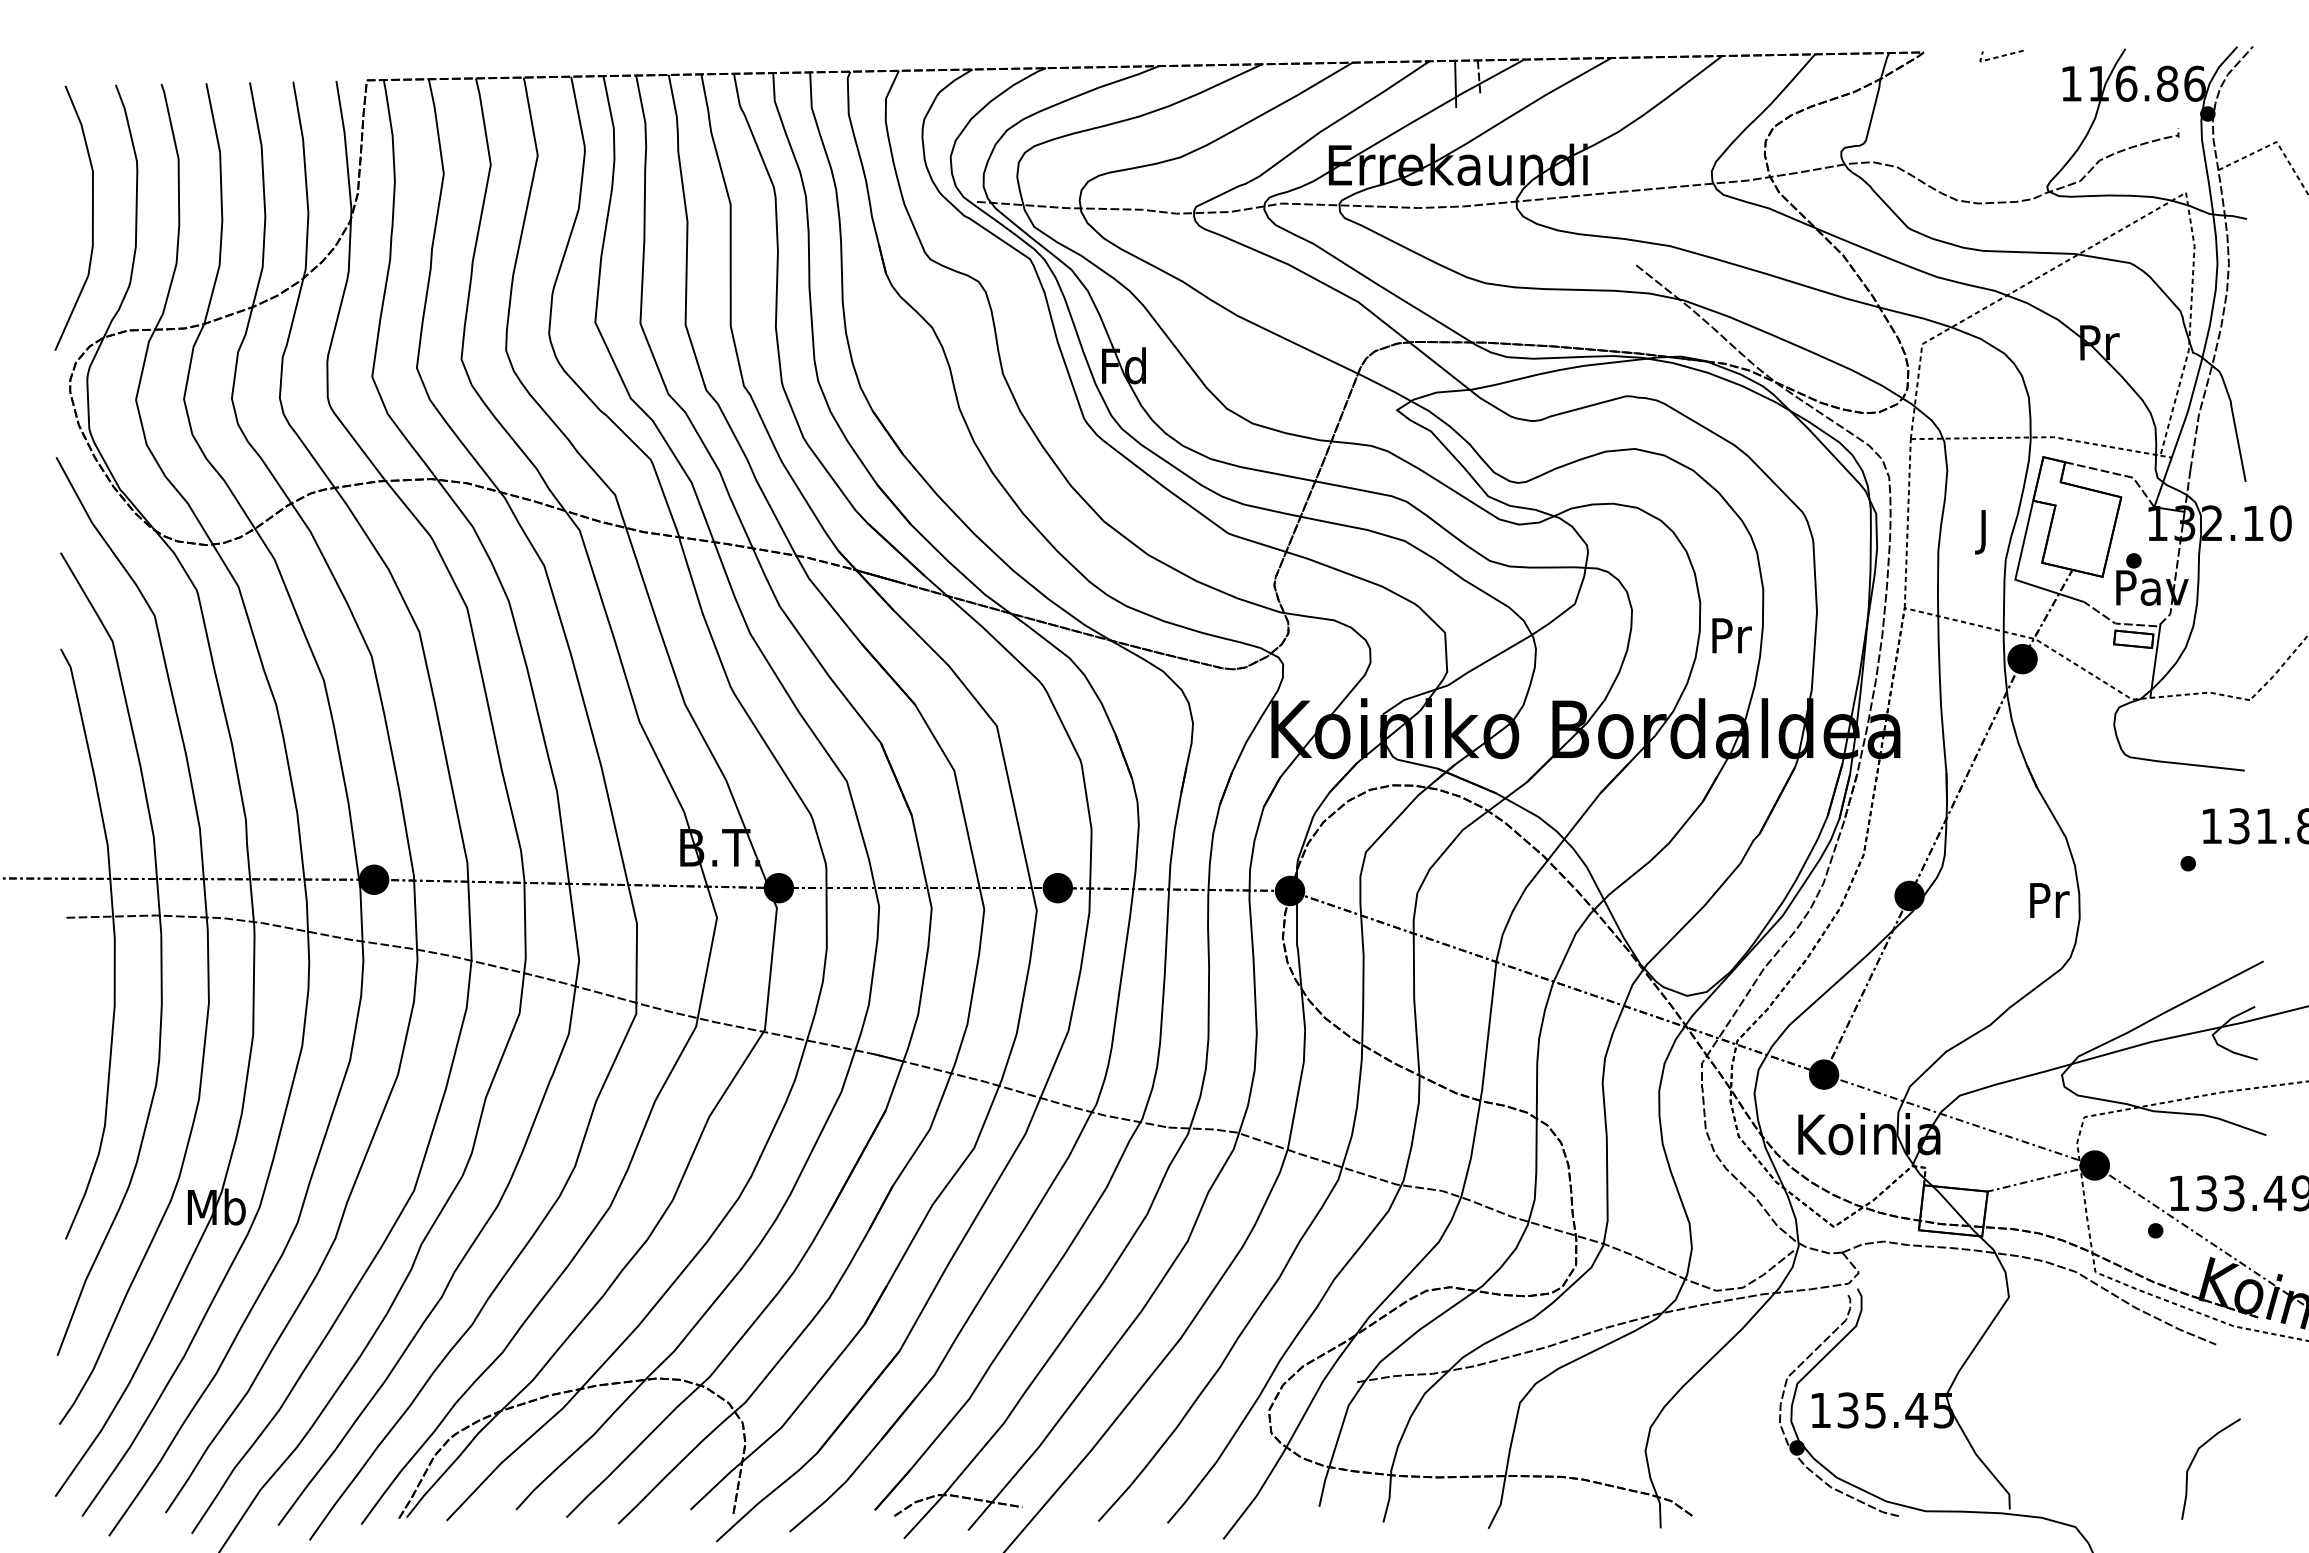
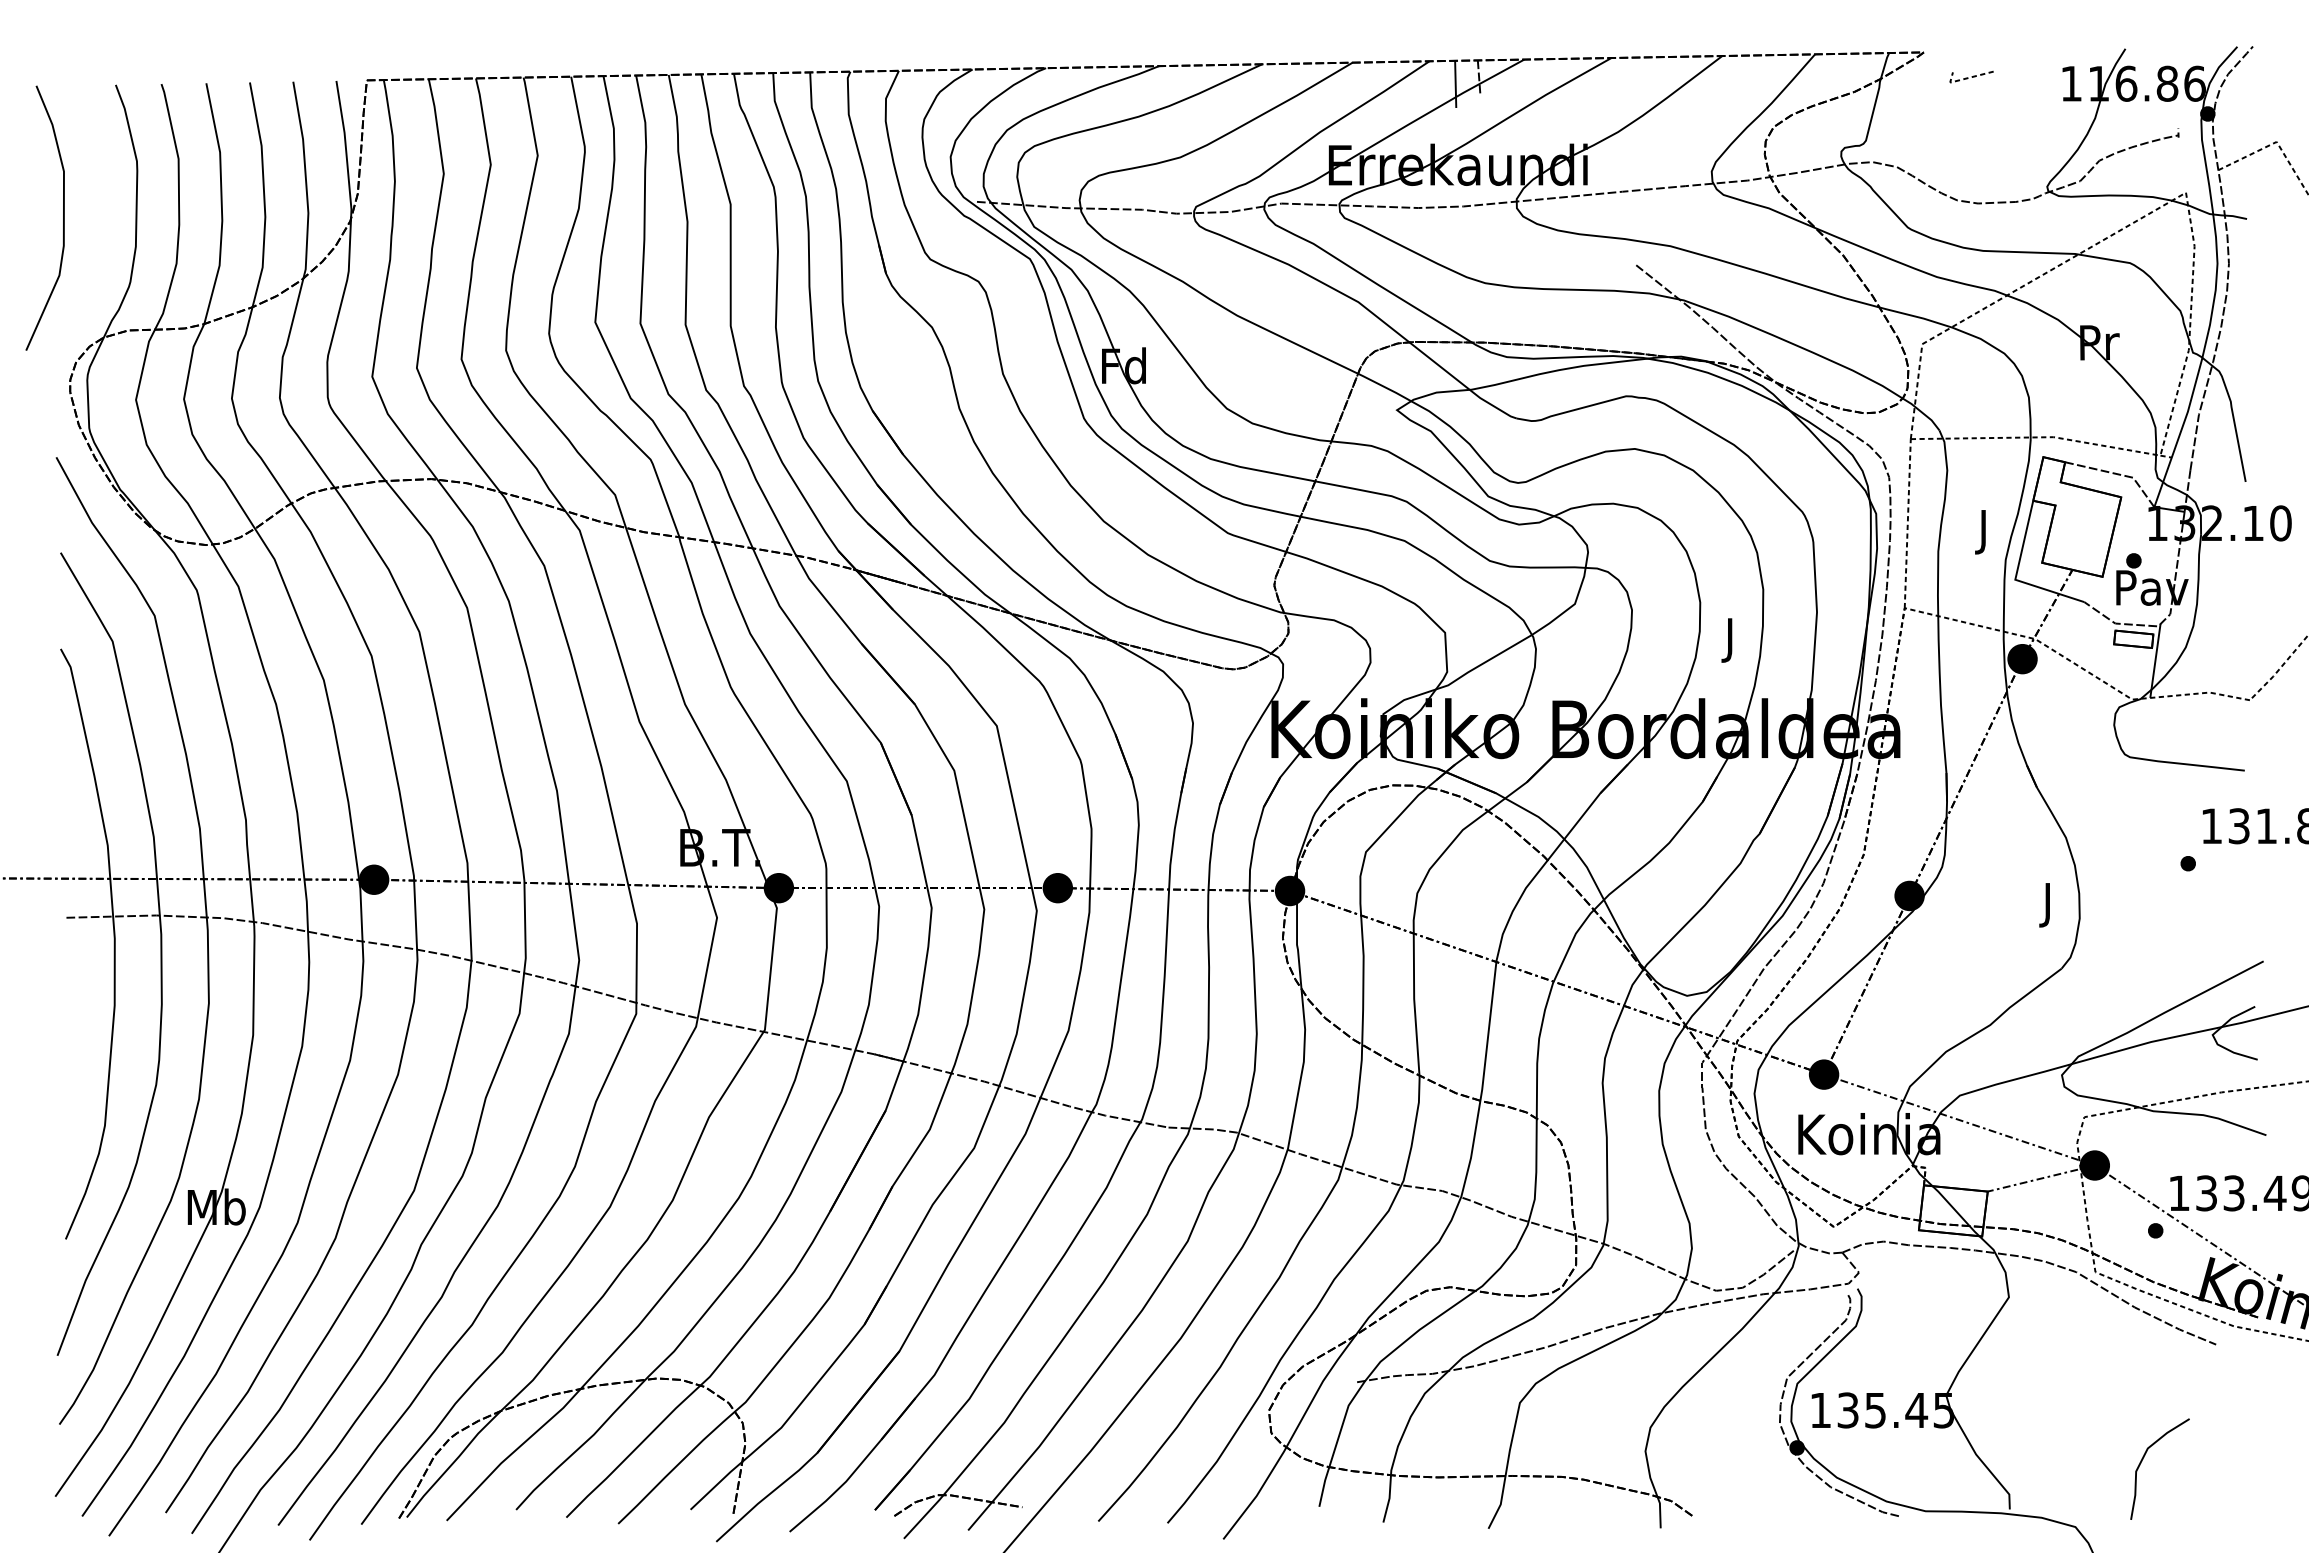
line at (2001, 55) position: (2001, 55) -> (1971, 76)
curve at (92, 217) position: (92, 217) -> (63, 217)
text at (1731, 640): Pr -> J
text at (2049, 905): Pr -> J
curve at (2194, 1459) position: (2194, 1459) -> (2143, 1459)
